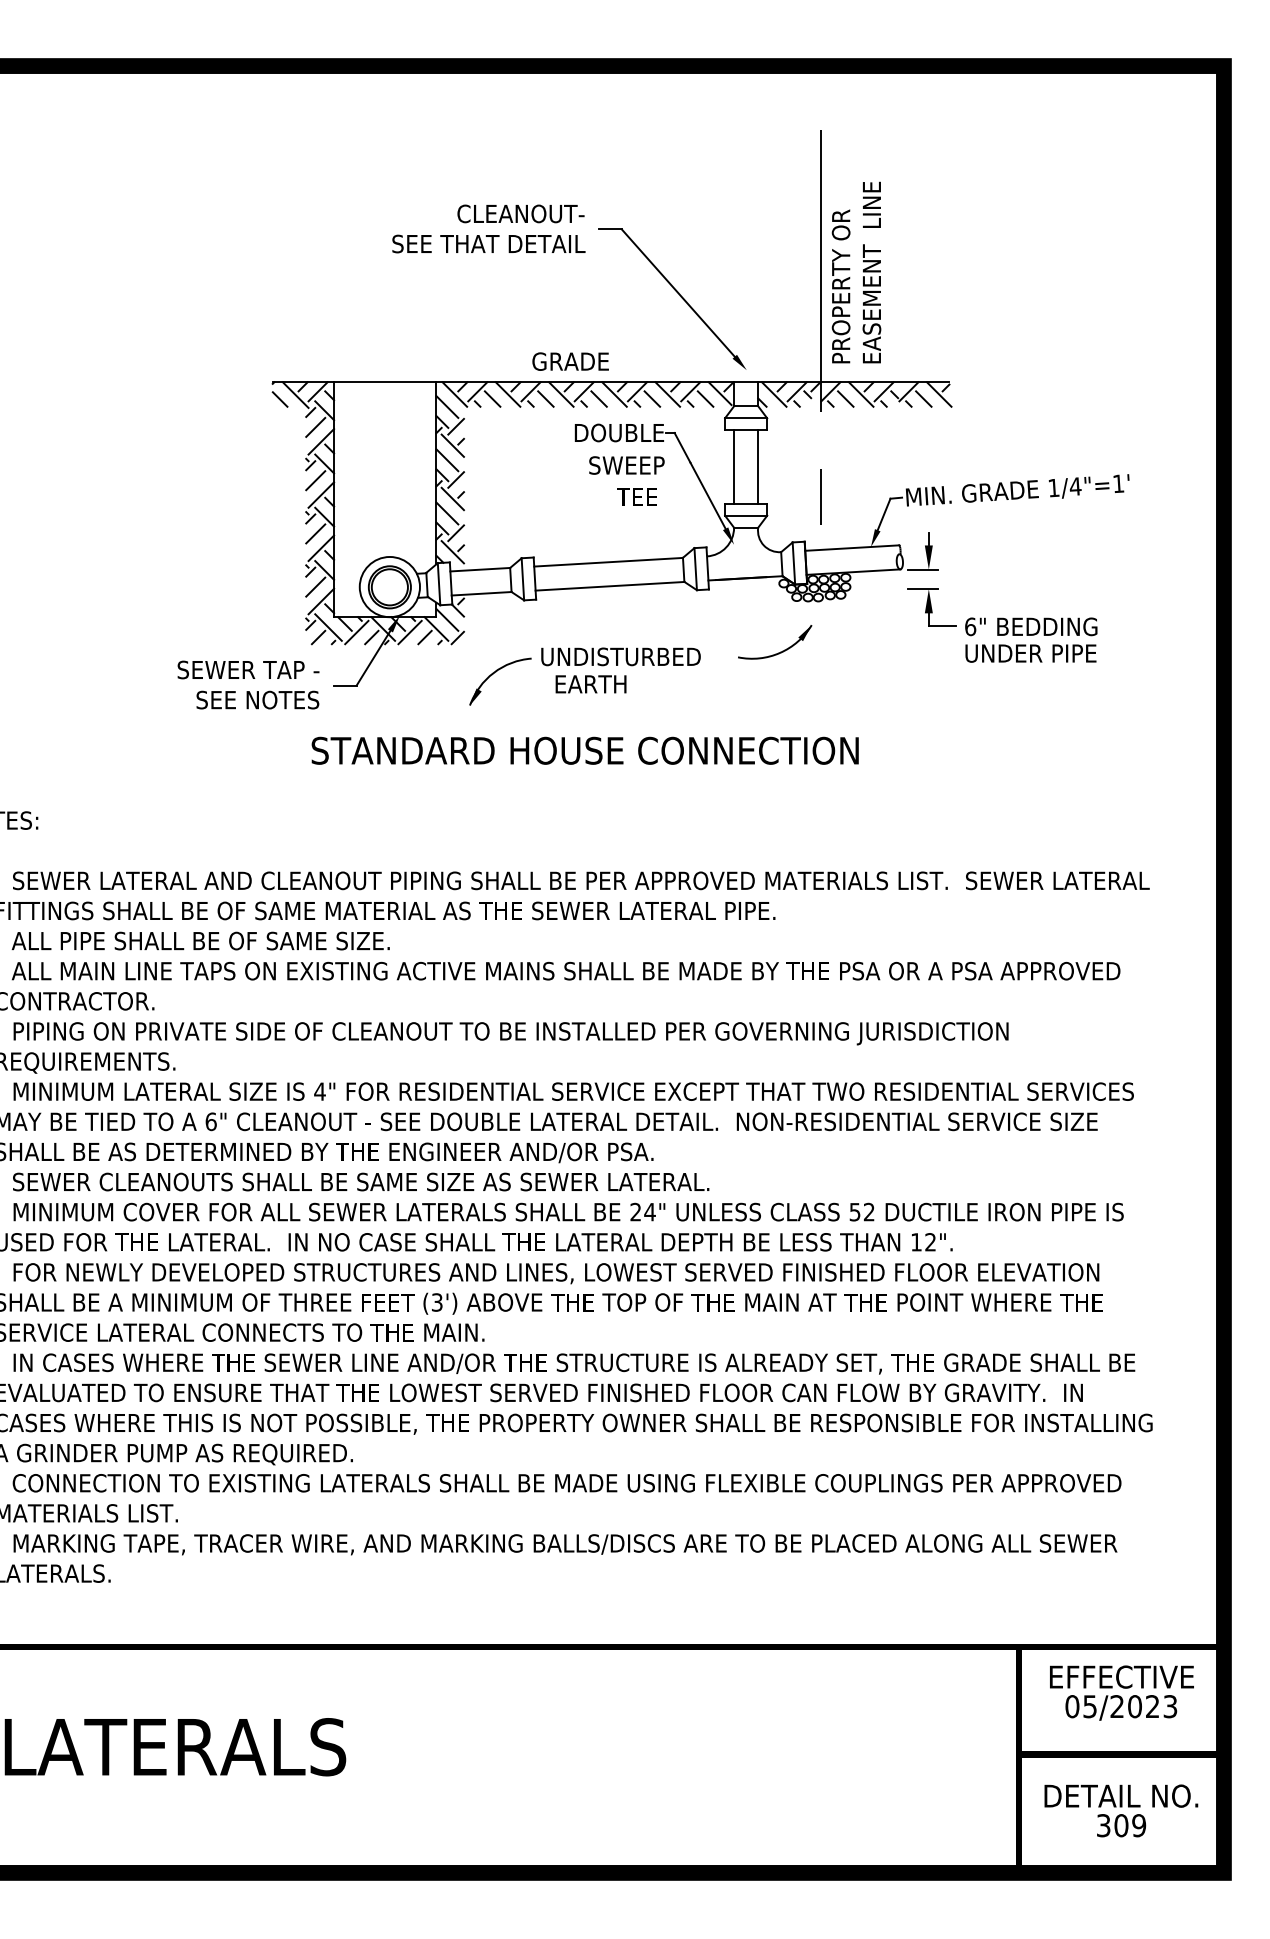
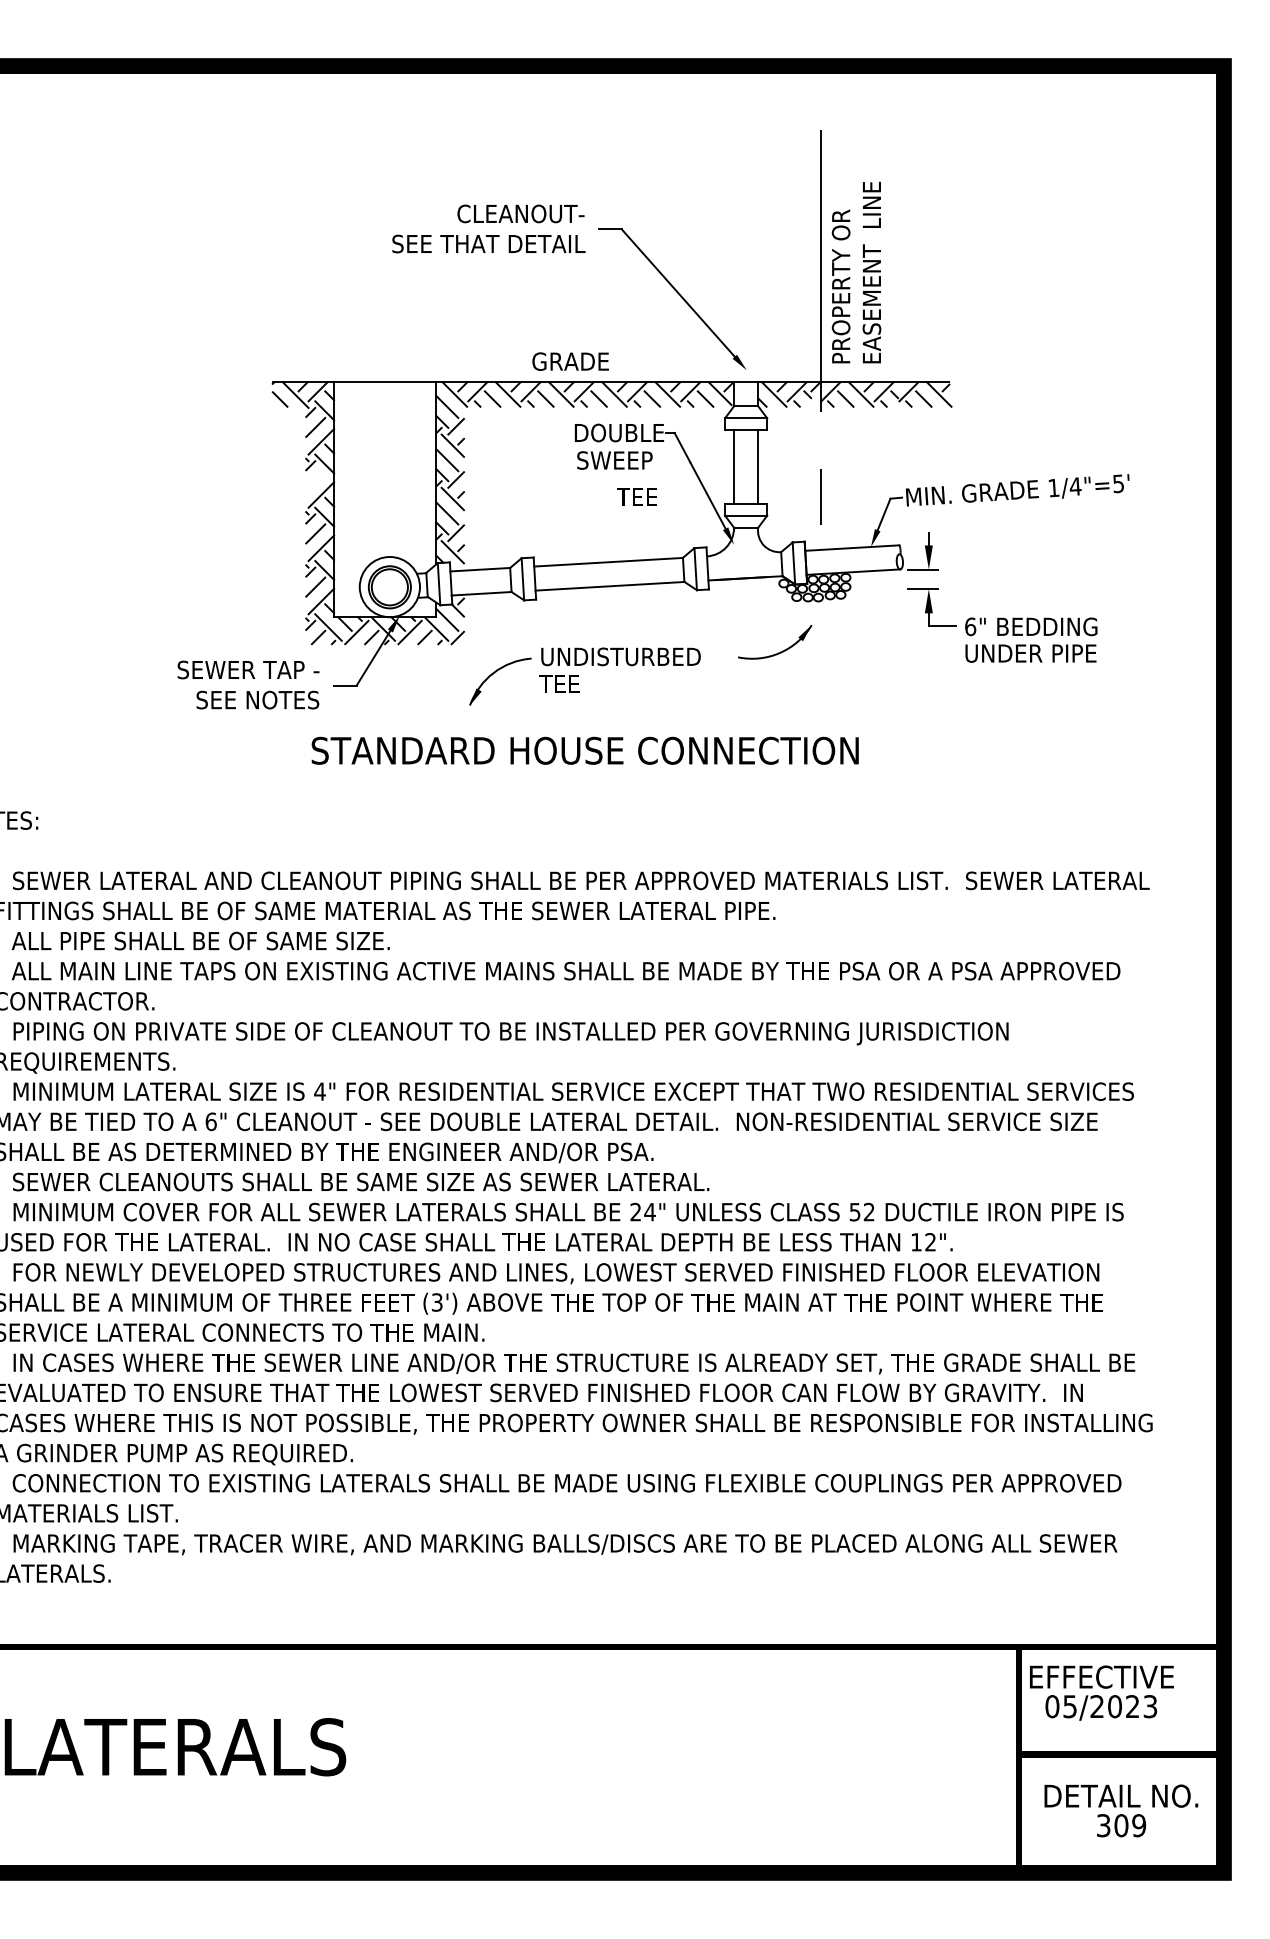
text at (626, 465) position: (626, 465) -> (614, 460)
line at (315, 480): present -> none
text at (1118, 483): 1/4"=1' -> 1/4"=5'
text at (582, 684): EARTH -> TEE
text at (1121, 1692) position: (1121, 1692) -> (1101, 1692)
